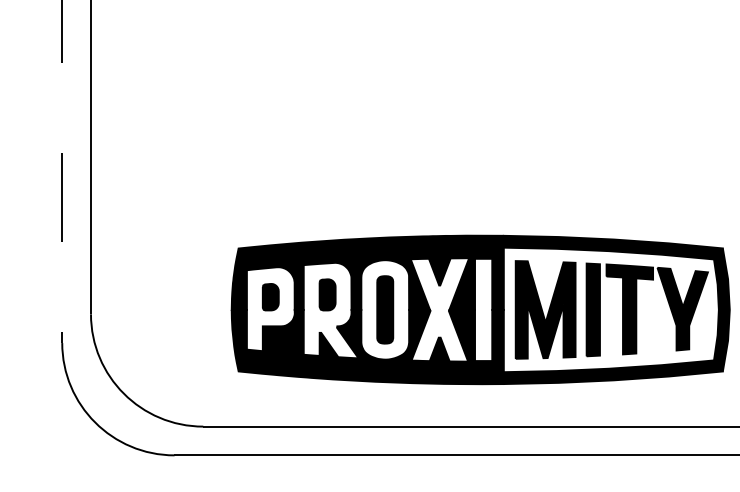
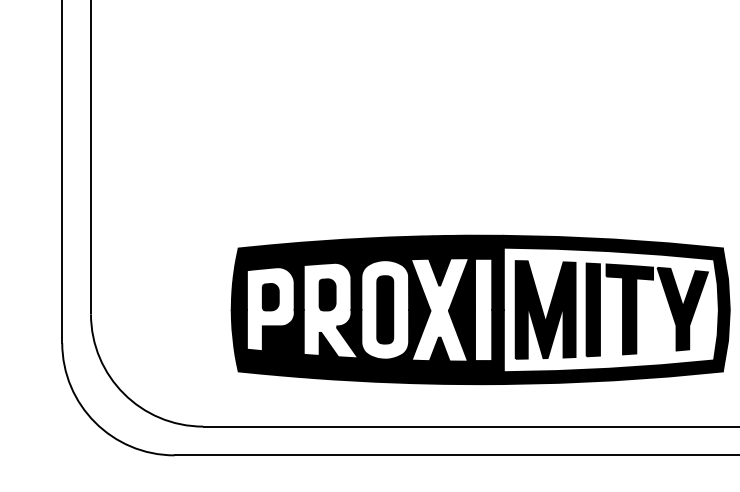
line at (62, 172): dashed -> solid
